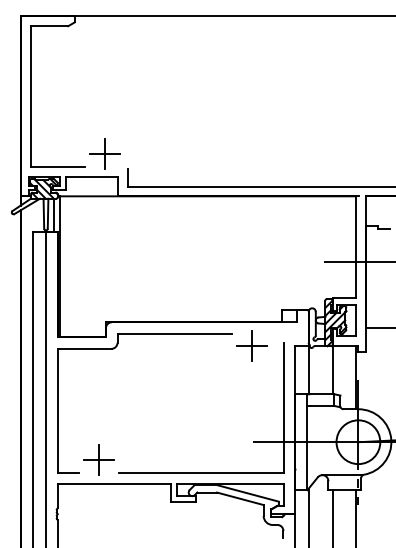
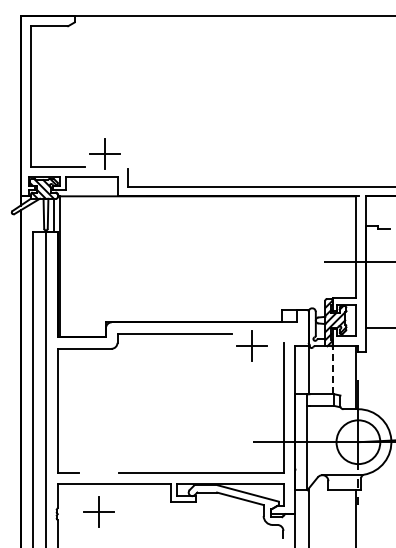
line at (332, 370): solid -> dashed
part at (98, 459) position: (98, 459) -> (98, 511)
line at (332, 517): present -> none
